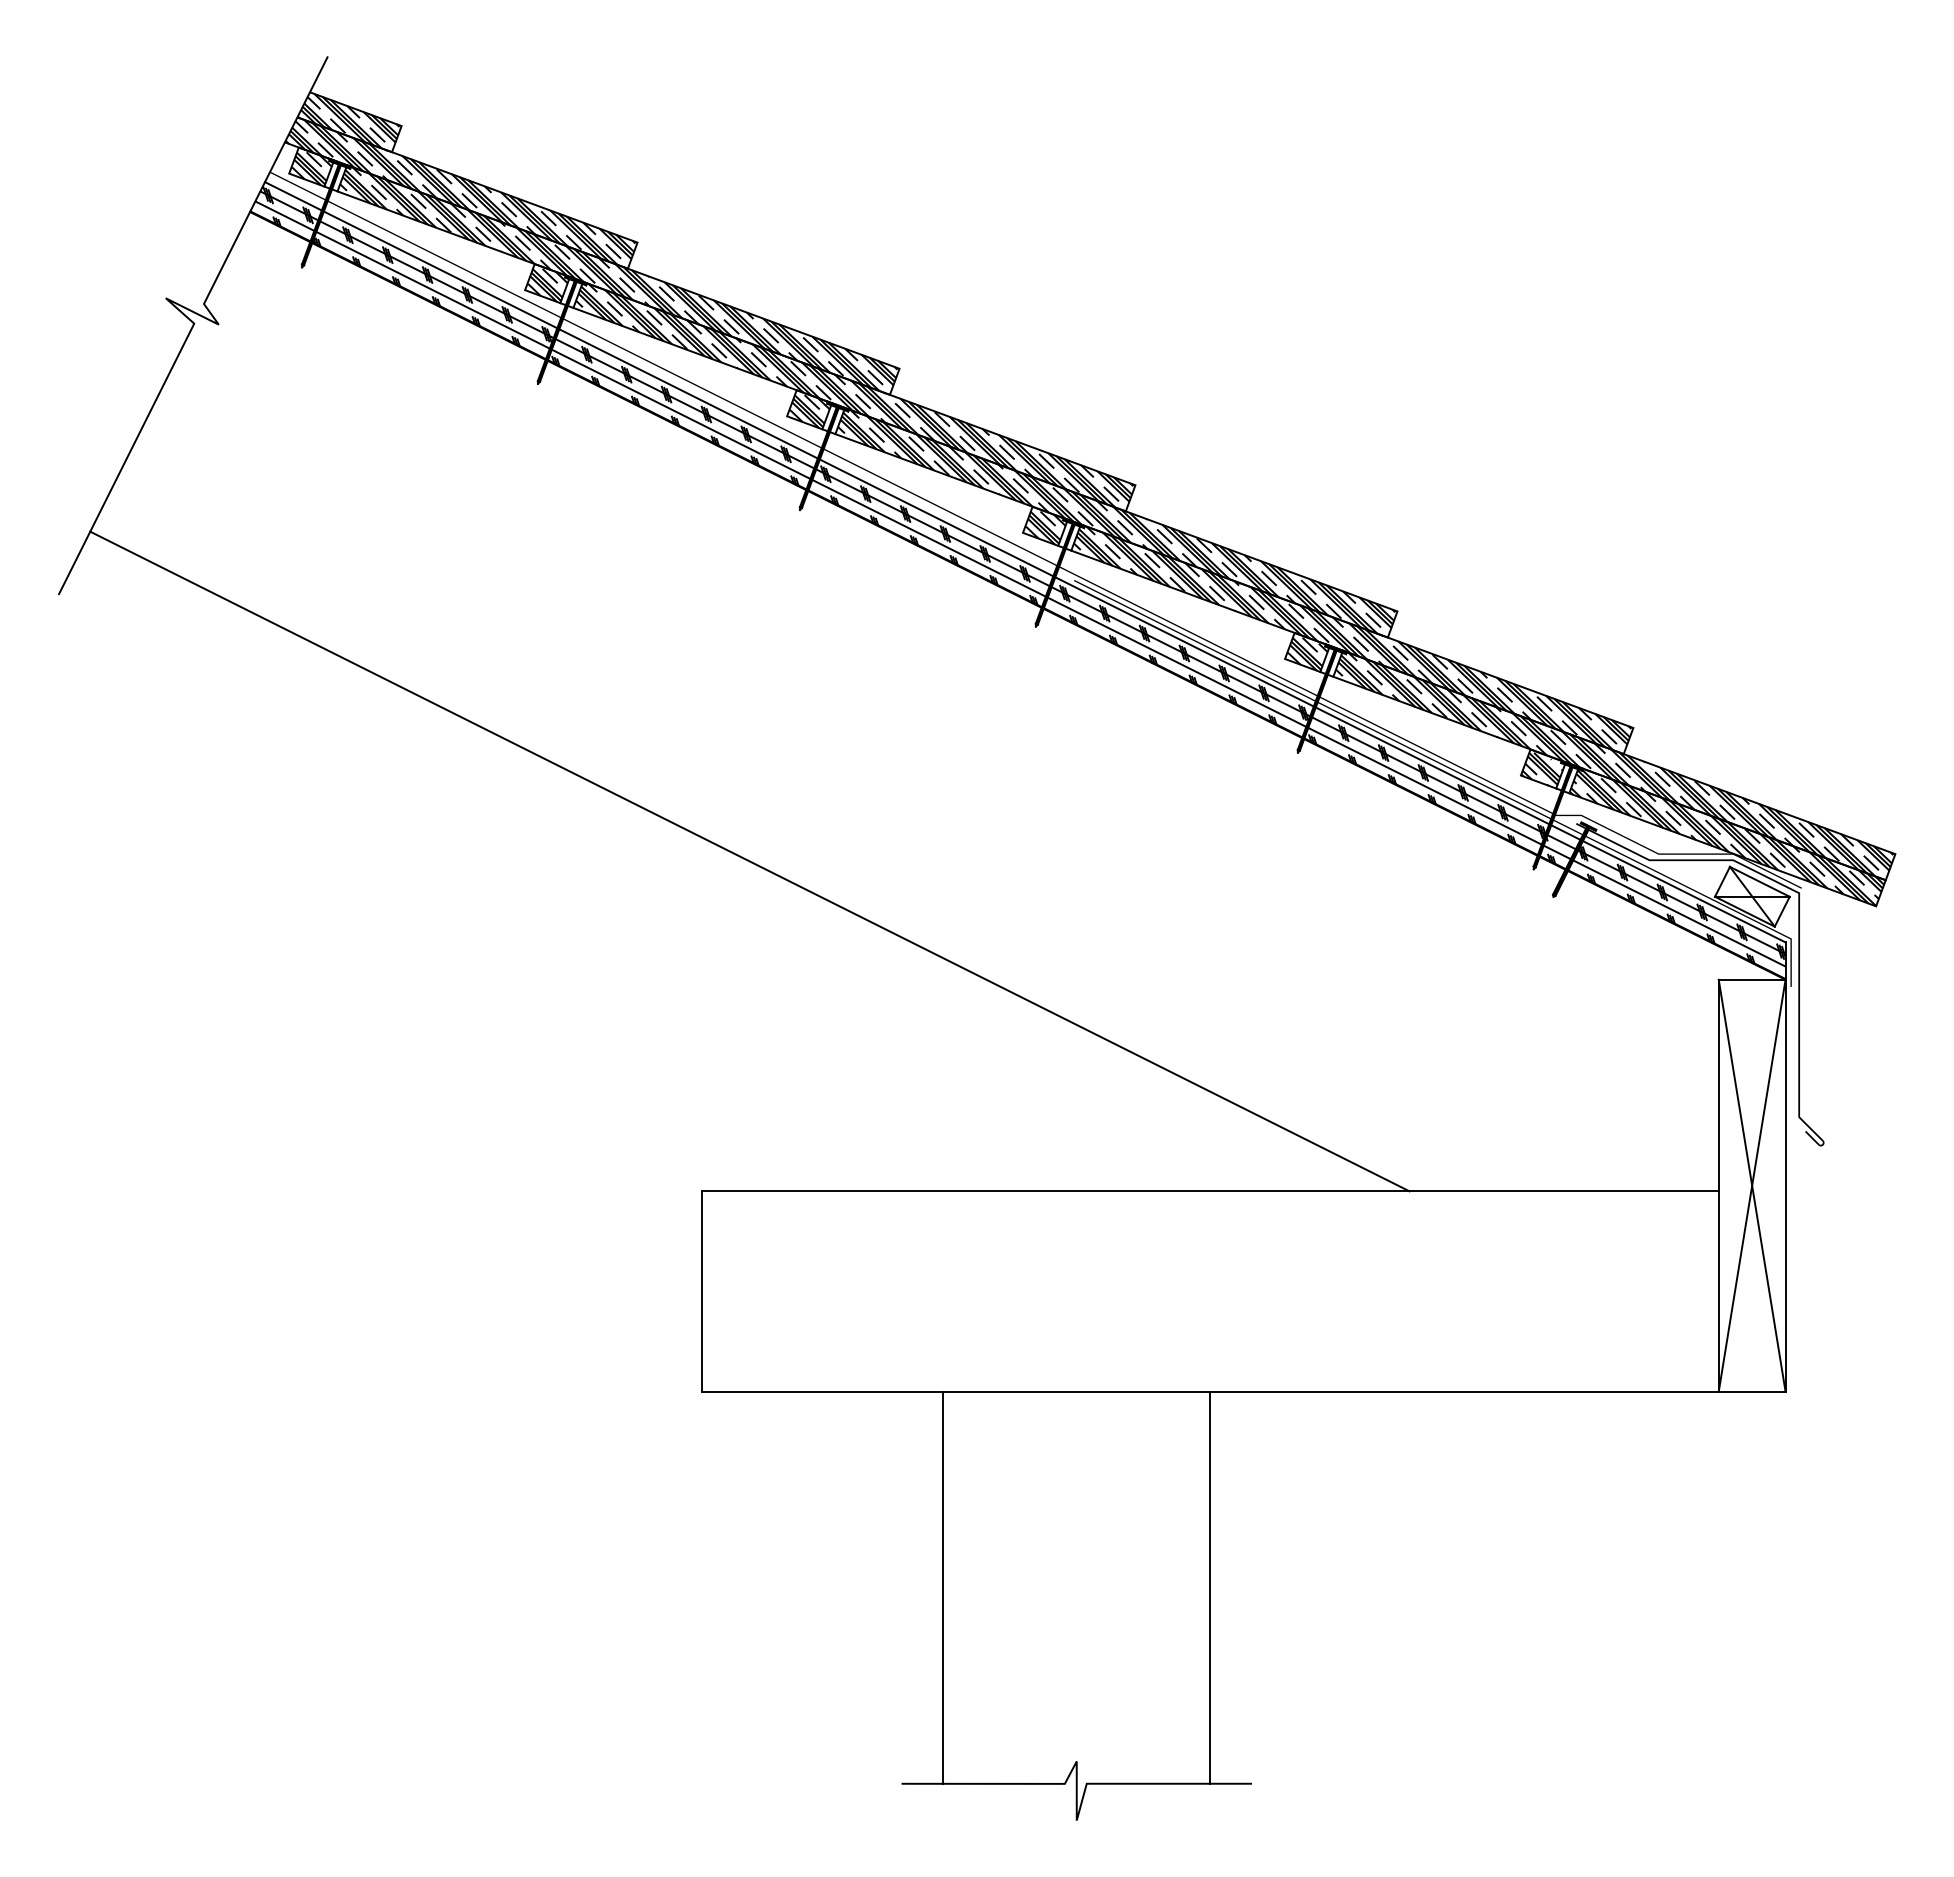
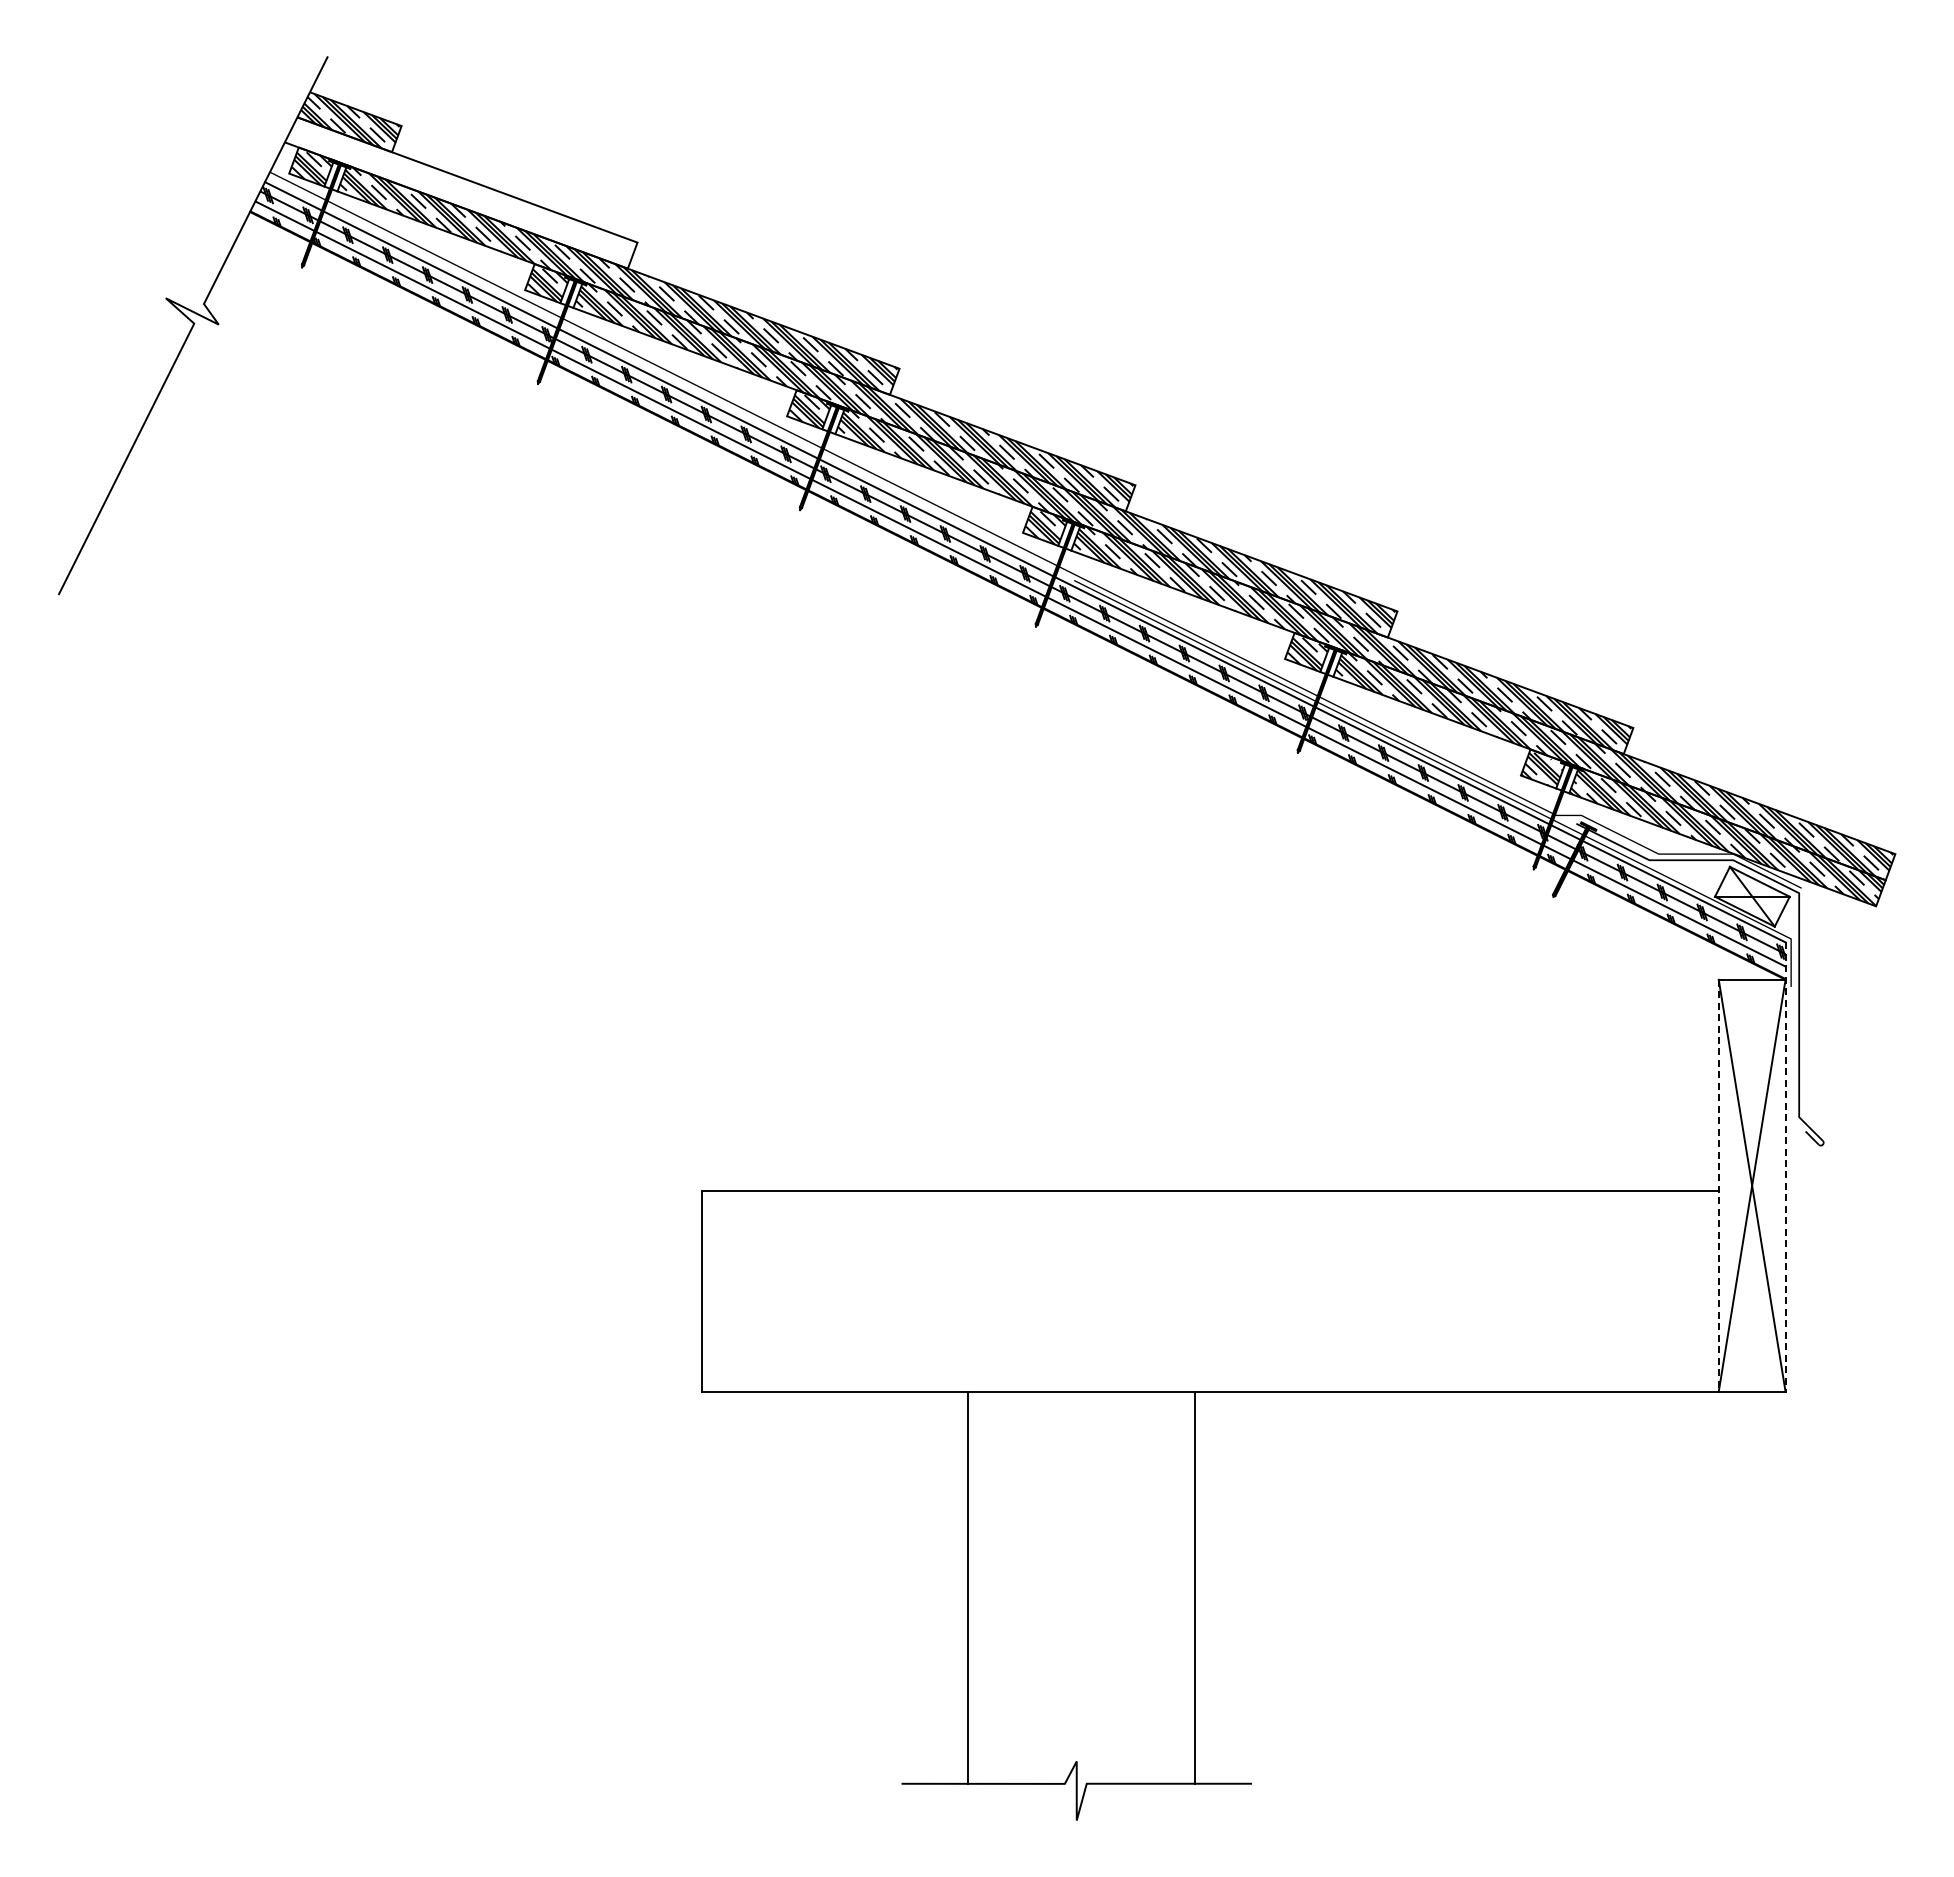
hatch at (460, 191): present -> none
line at (749, 861): present -> none
line at (1785, 1167): solid -> dashed
line at (1718, 1185): solid -> dashed
line at (943, 1587) position: (943, 1587) -> (968, 1587)
line at (1210, 1587) position: (1210, 1587) -> (1195, 1587)
